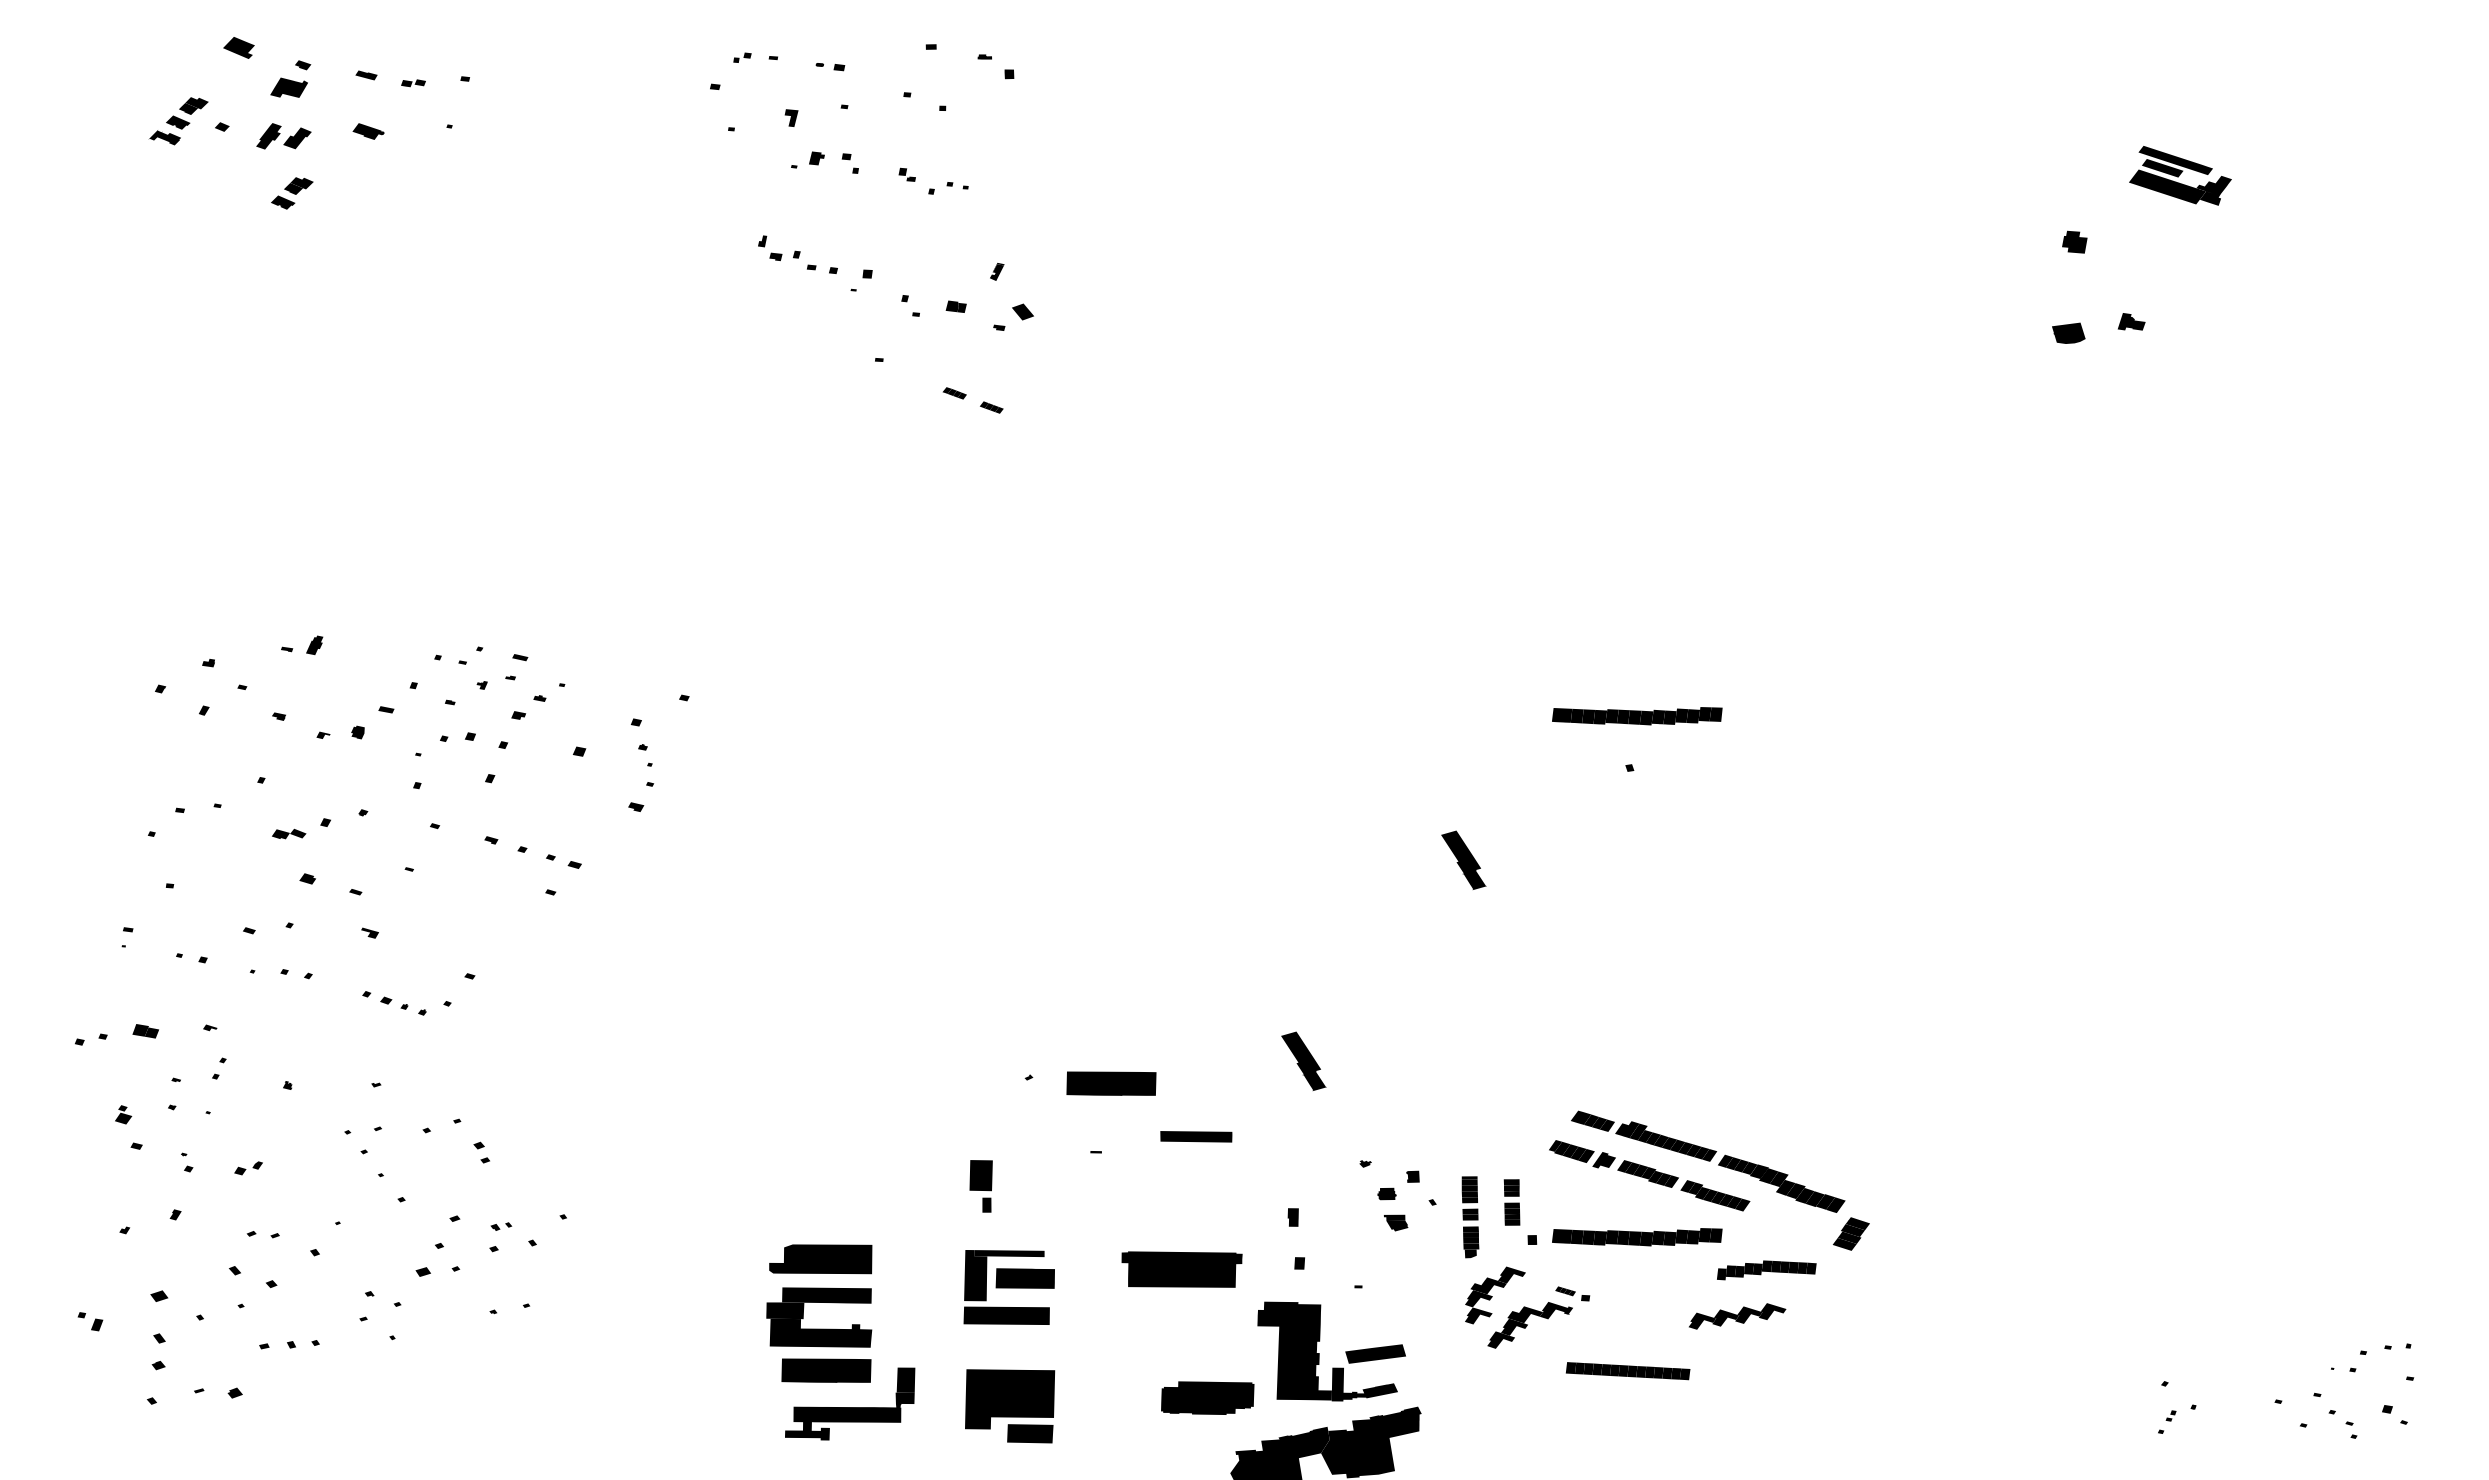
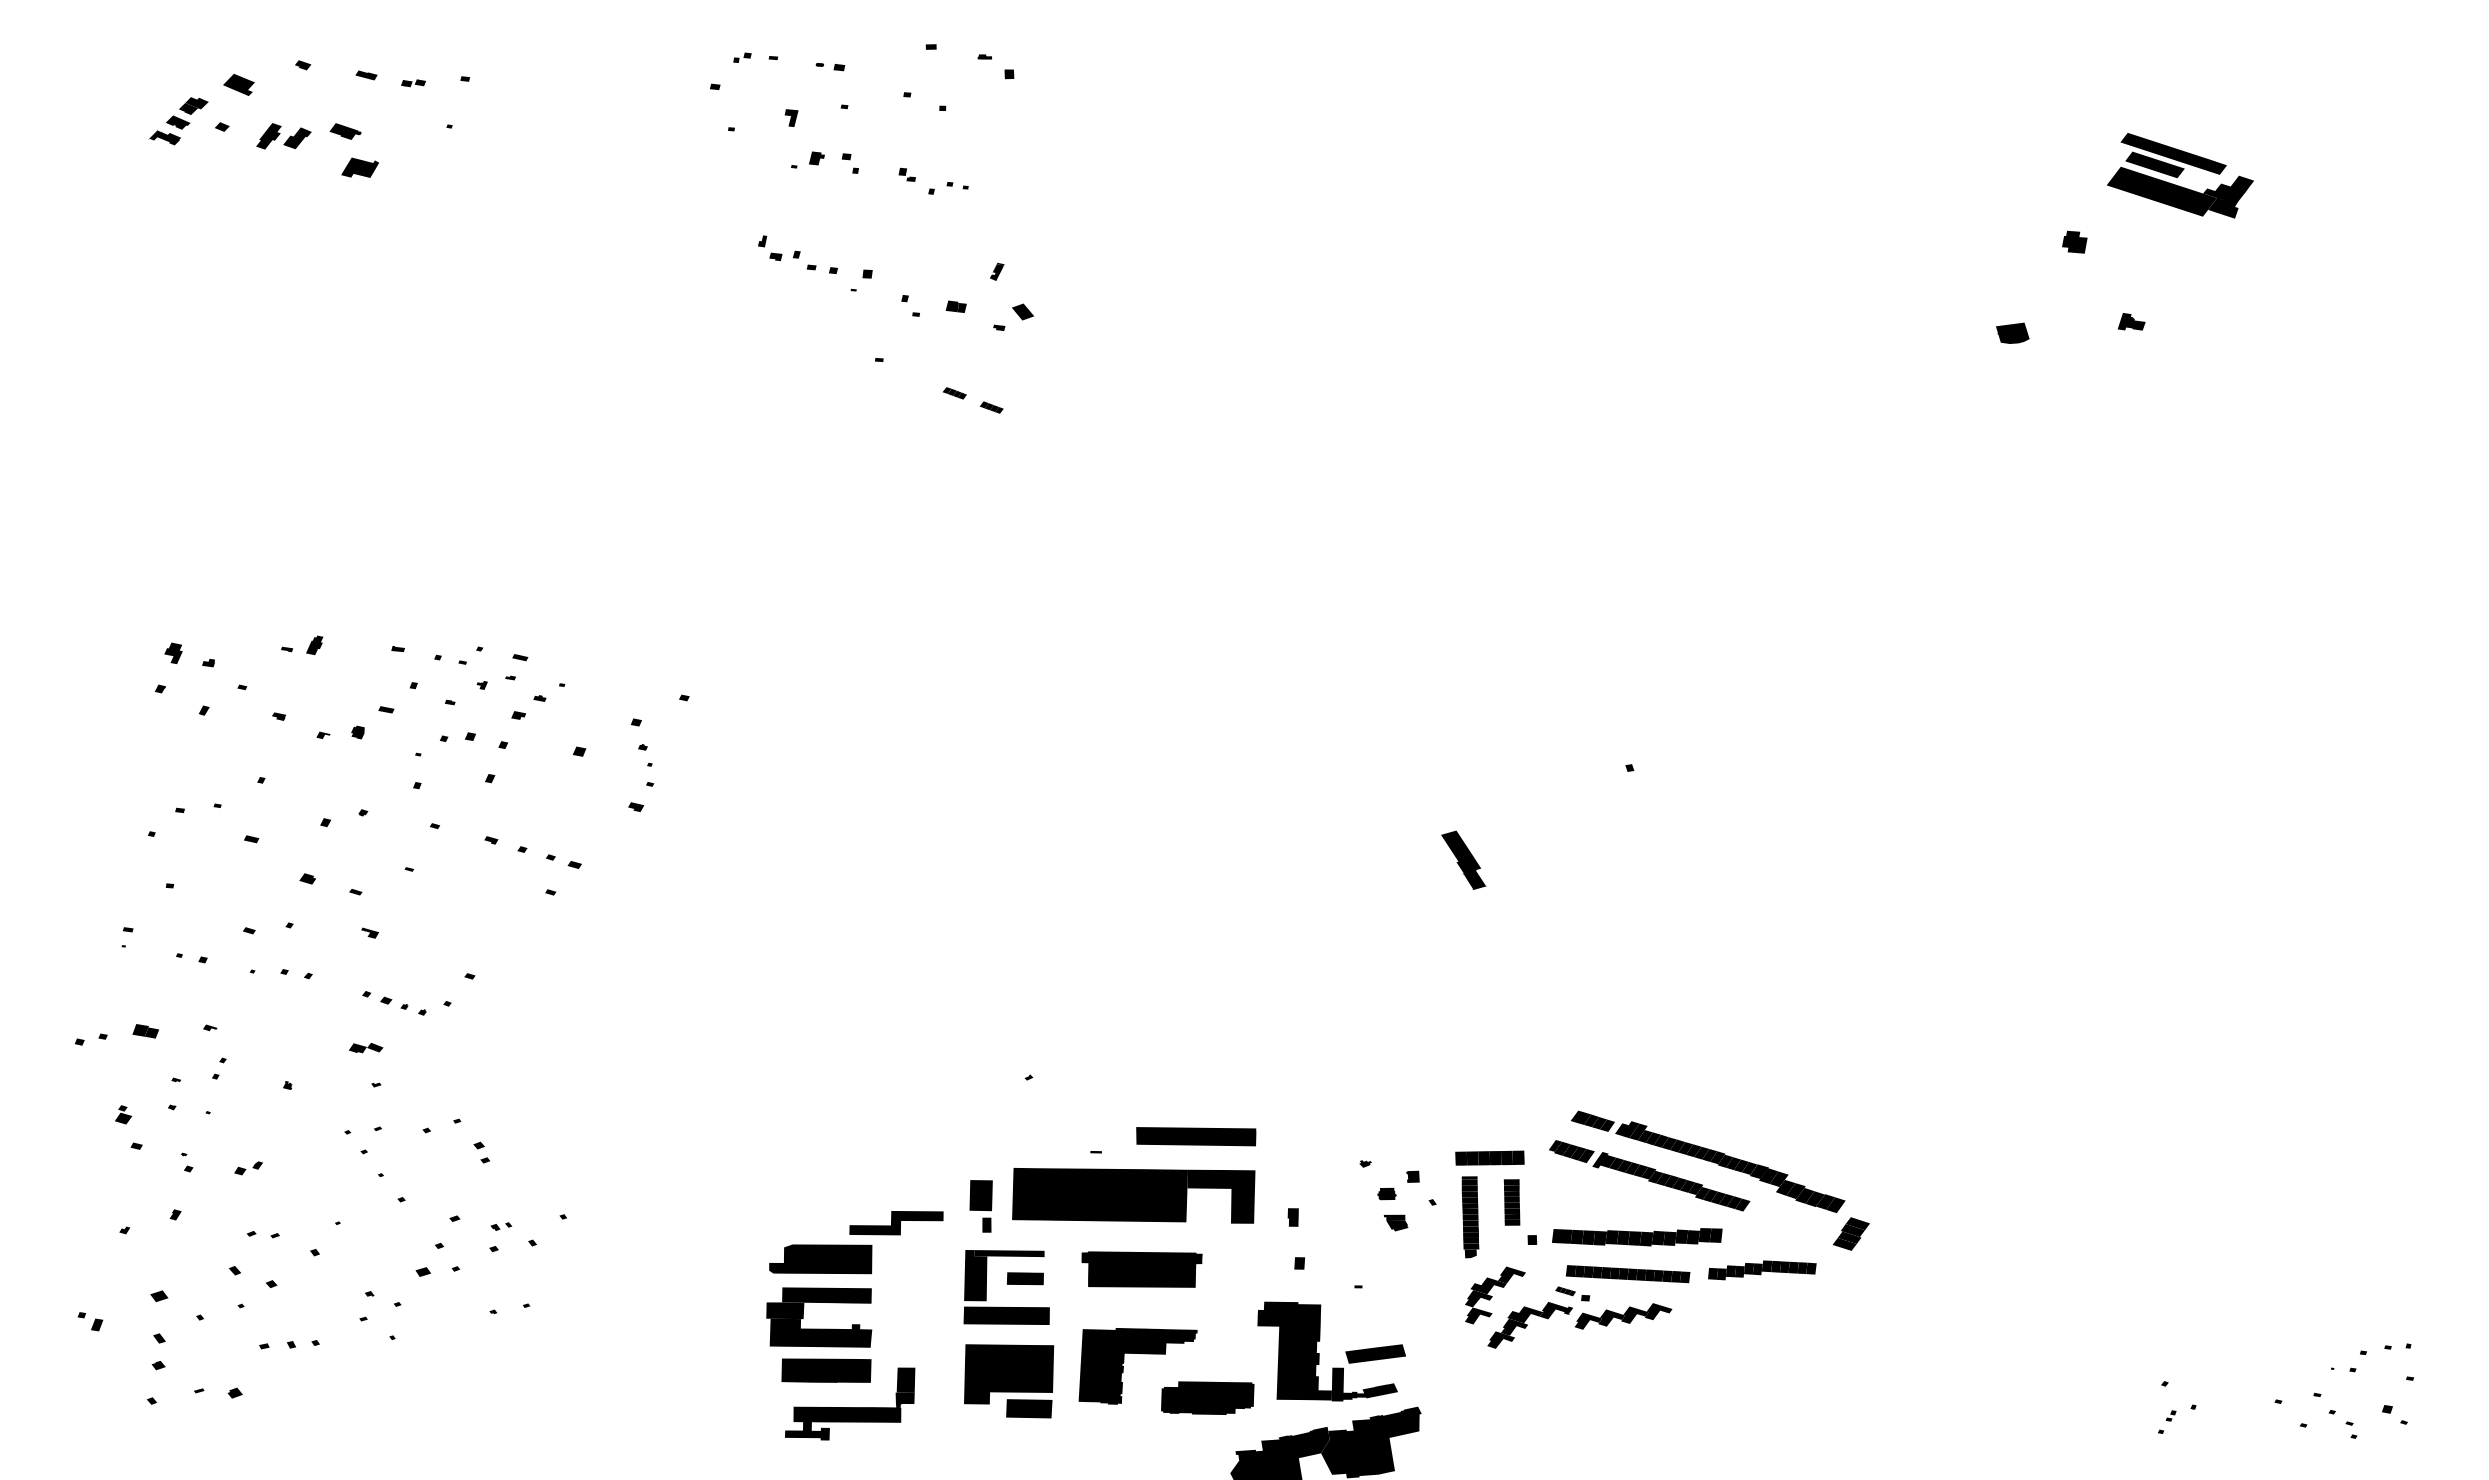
part at (238, 47) position: (238, 47) -> (238, 84)
part at (288, 87) position: (288, 87) -> (359, 167)
part at (368, 131) position: (368, 131) -> (345, 131)
part at (2180, 175) size: 103x60 px -> 147x86 px
part at (292, 193): present -> none
part at (2068, 332) position: (2068, 332) -> (2012, 332)
fill at (398, 648): none -> present
fill at (173, 653): none -> present
part at (1637, 716): present -> none
part at (289, 833) position: (289, 833) -> (366, 1047)
fill at (251, 839): none -> present
part at (1303, 1060): present -> none
part at (1111, 1083): present -> none
part at (1196, 1136) size: 73x12 px -> 121x20 px
part at (1489, 1157): none -> present
fill at (1717, 1157): none -> present
fill at (1616, 1163): none -> present
fill at (1679, 1183): none -> present
part at (980, 1186) position: (980, 1186) -> (980, 1206)
part at (1133, 1195): none -> present
fill at (1511, 1199): none -> present
fill at (1470, 1205): none -> present
fill at (896, 1222): none -> present
fill at (1470, 1223): none -> present
part at (1181, 1269) position: (1181, 1269) -> (1141, 1269)
fill at (1712, 1273): none -> present
part at (1024, 1278) size: 60x21 px -> 37x14 px
part at (1737, 1316) position: (1737, 1316) -> (1623, 1316)
part at (1137, 1353): none -> present
part at (1628, 1371) position: (1628, 1371) -> (1628, 1274)
part at (1010, 1406) position: (1010, 1406) -> (1009, 1381)
